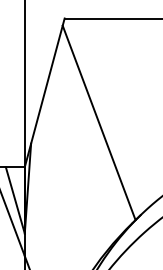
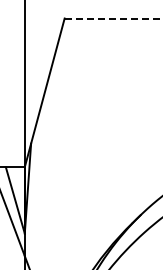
line at (113, 18): solid -> dashed
line at (98, 122): present -> none
